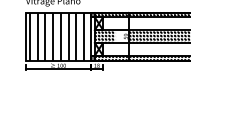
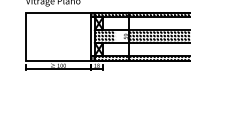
hatch at (56, 36): present -> none
